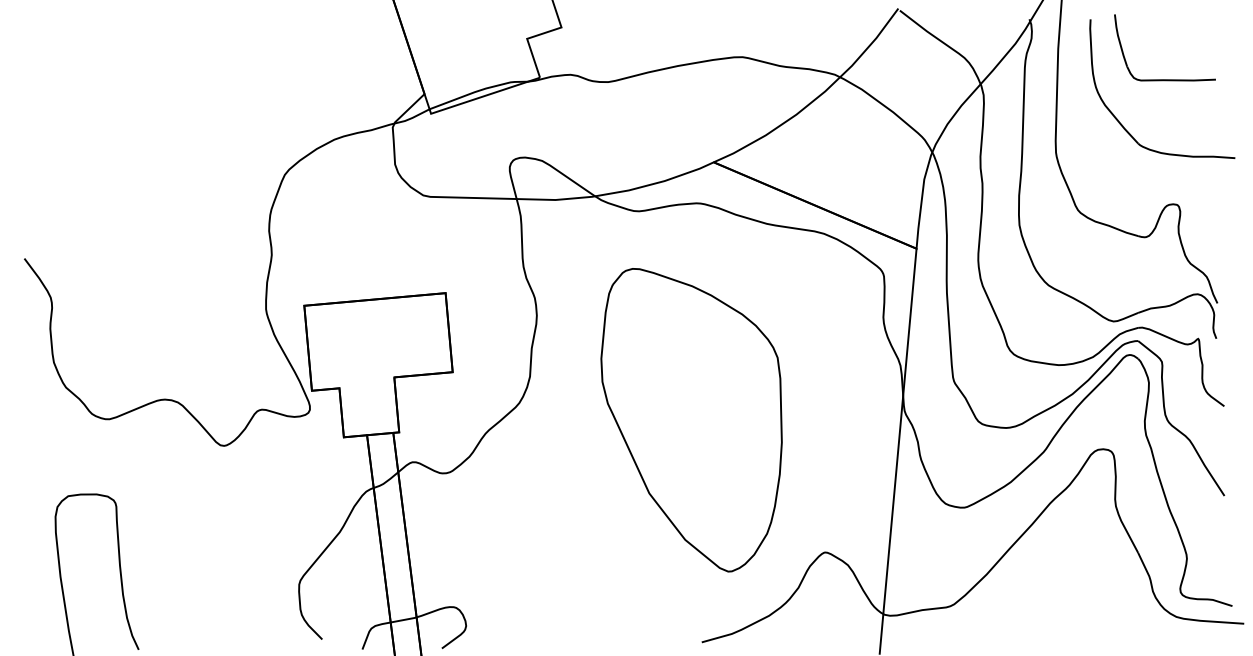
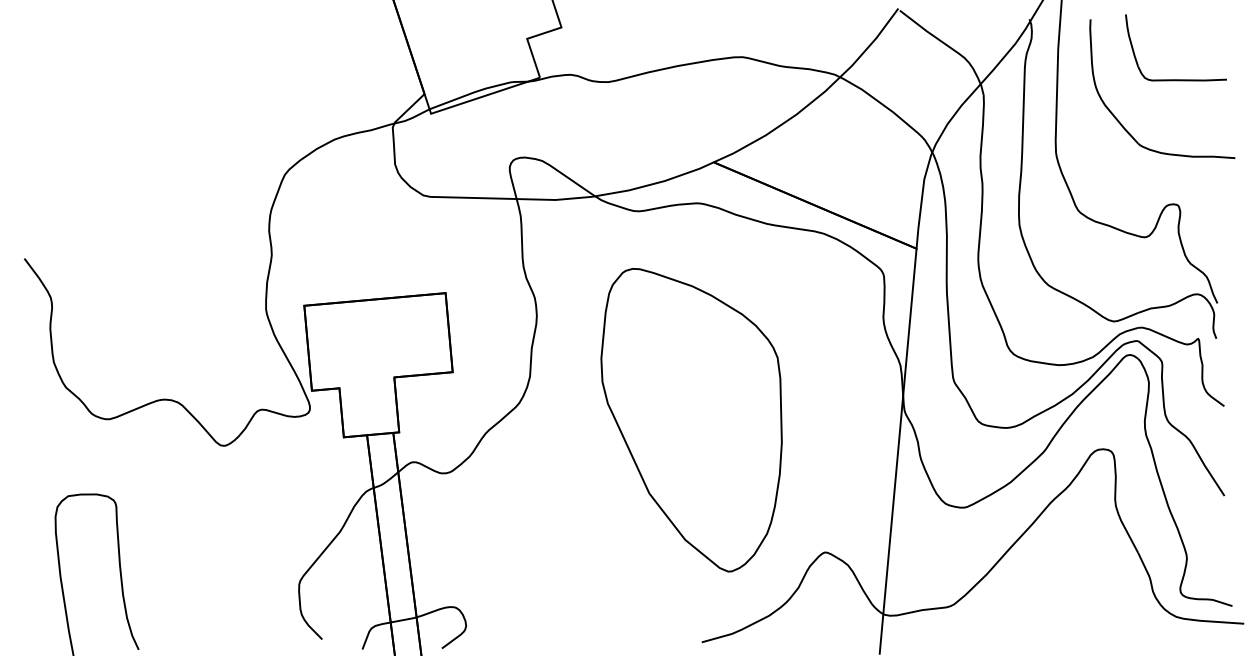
part at (1164, 79) position: (1164, 79) -> (1175, 79)
